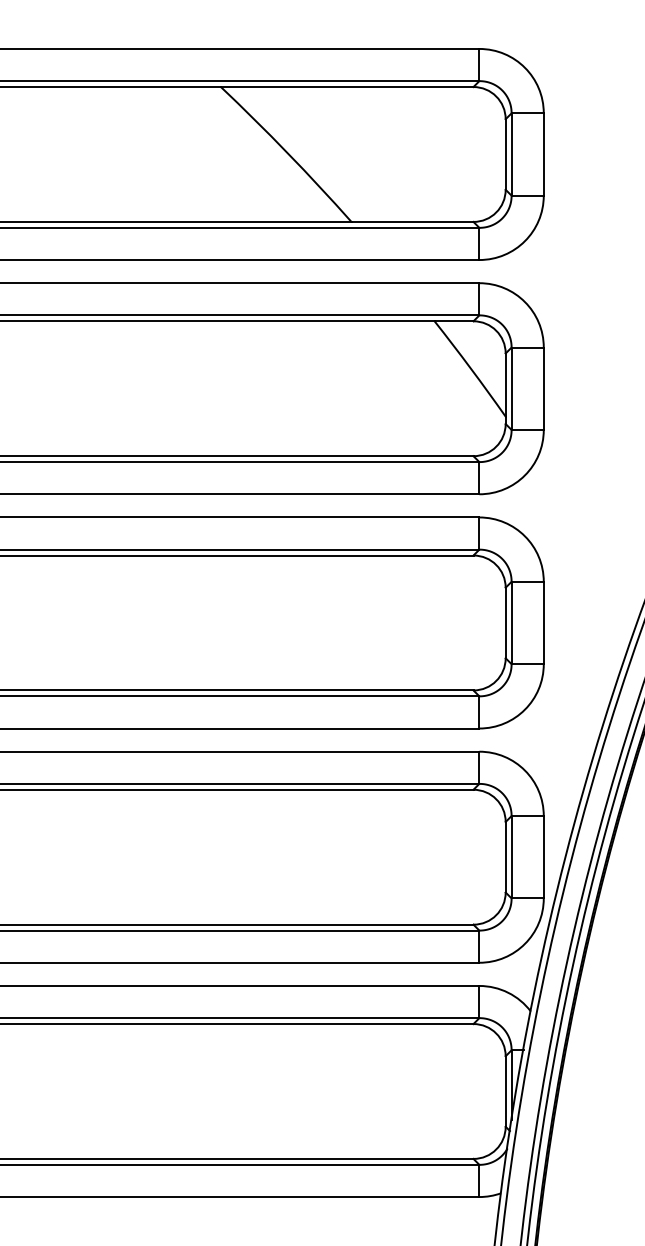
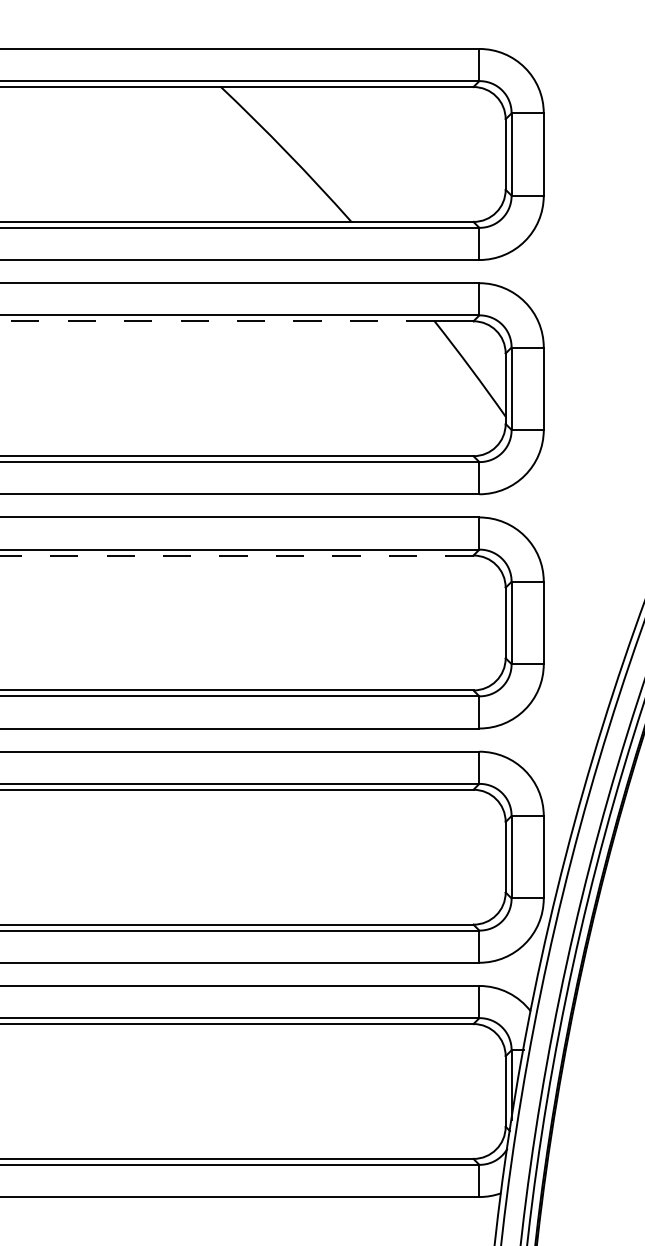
line at (217, 321): solid -> dashed
line at (236, 555): solid -> dashed
